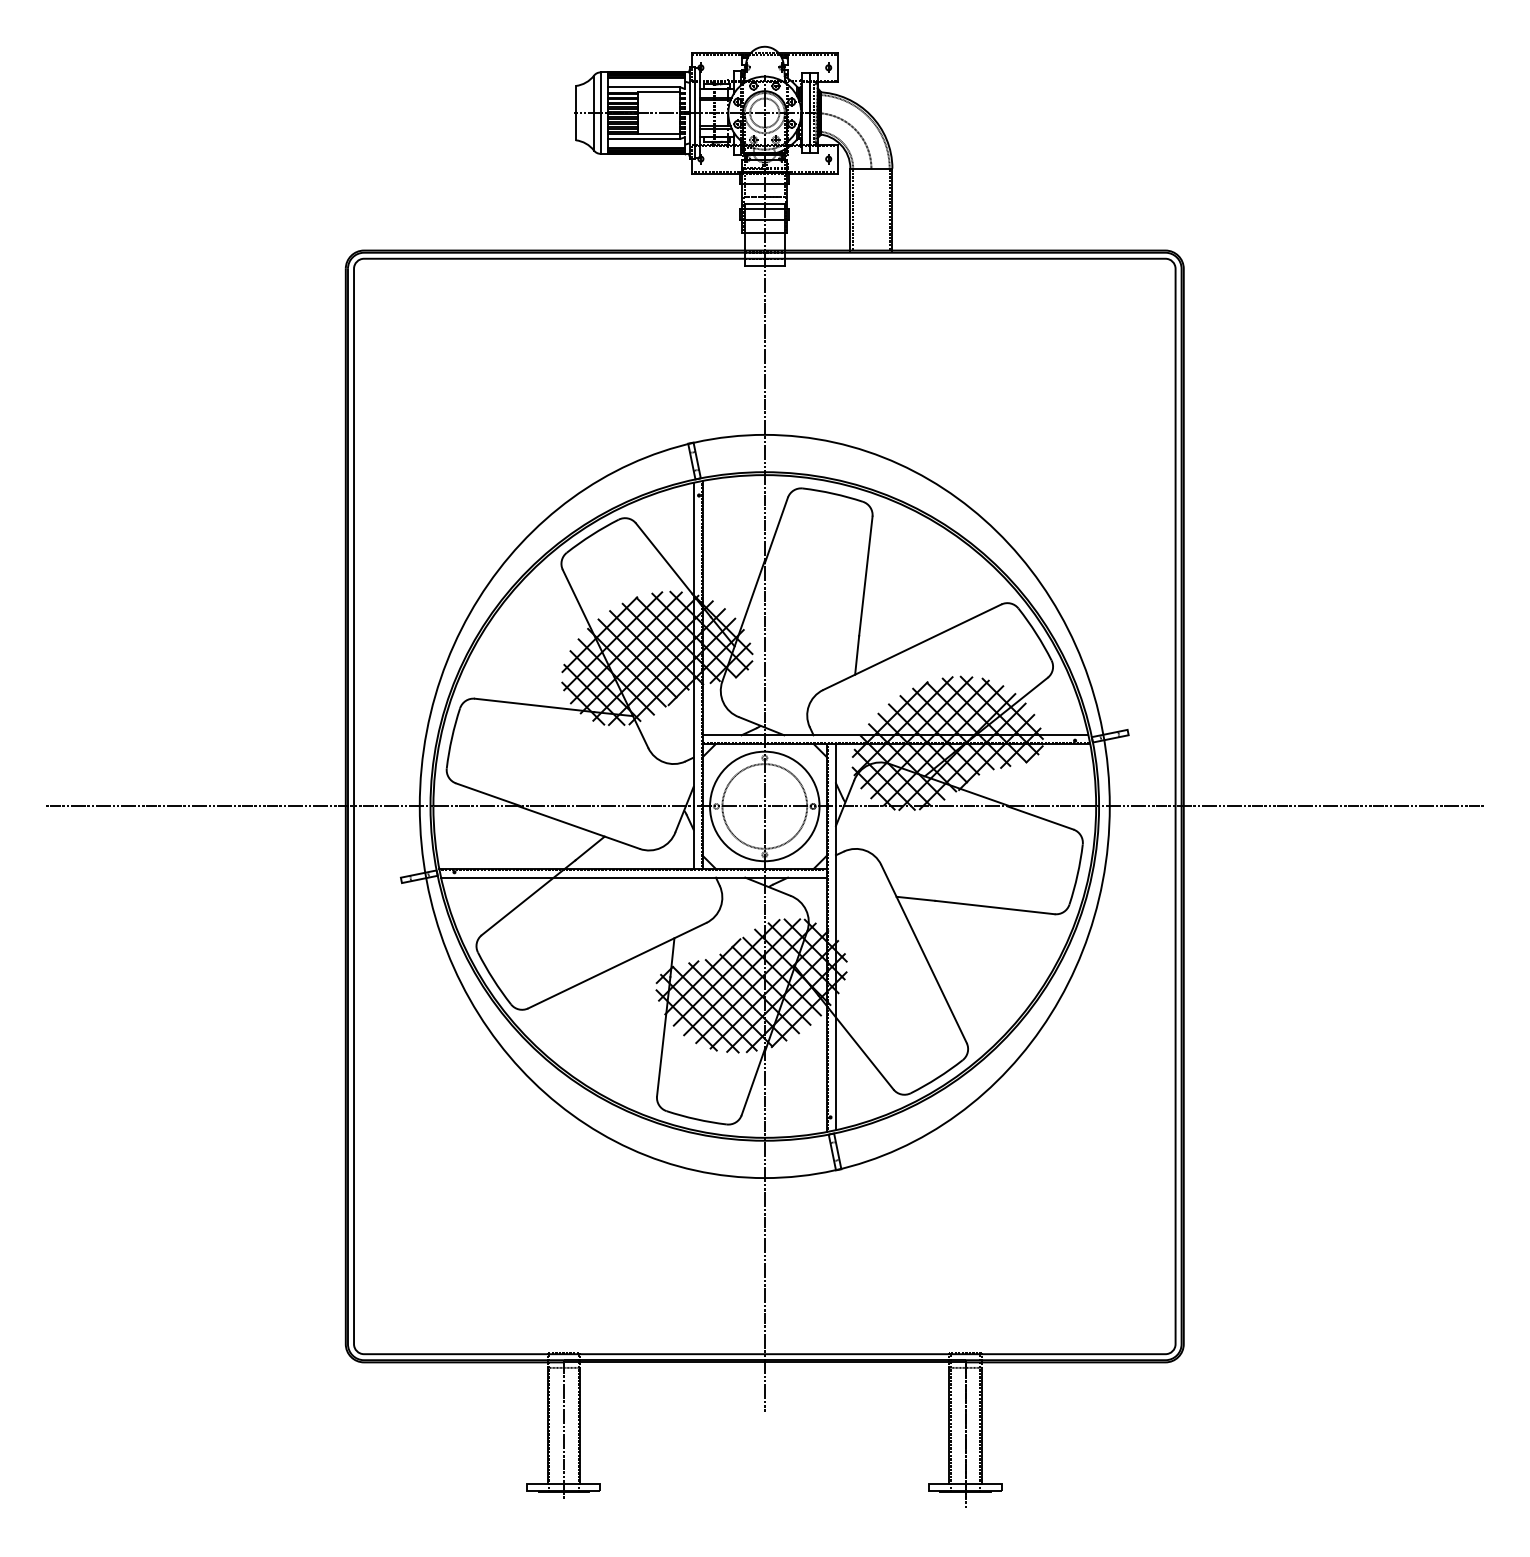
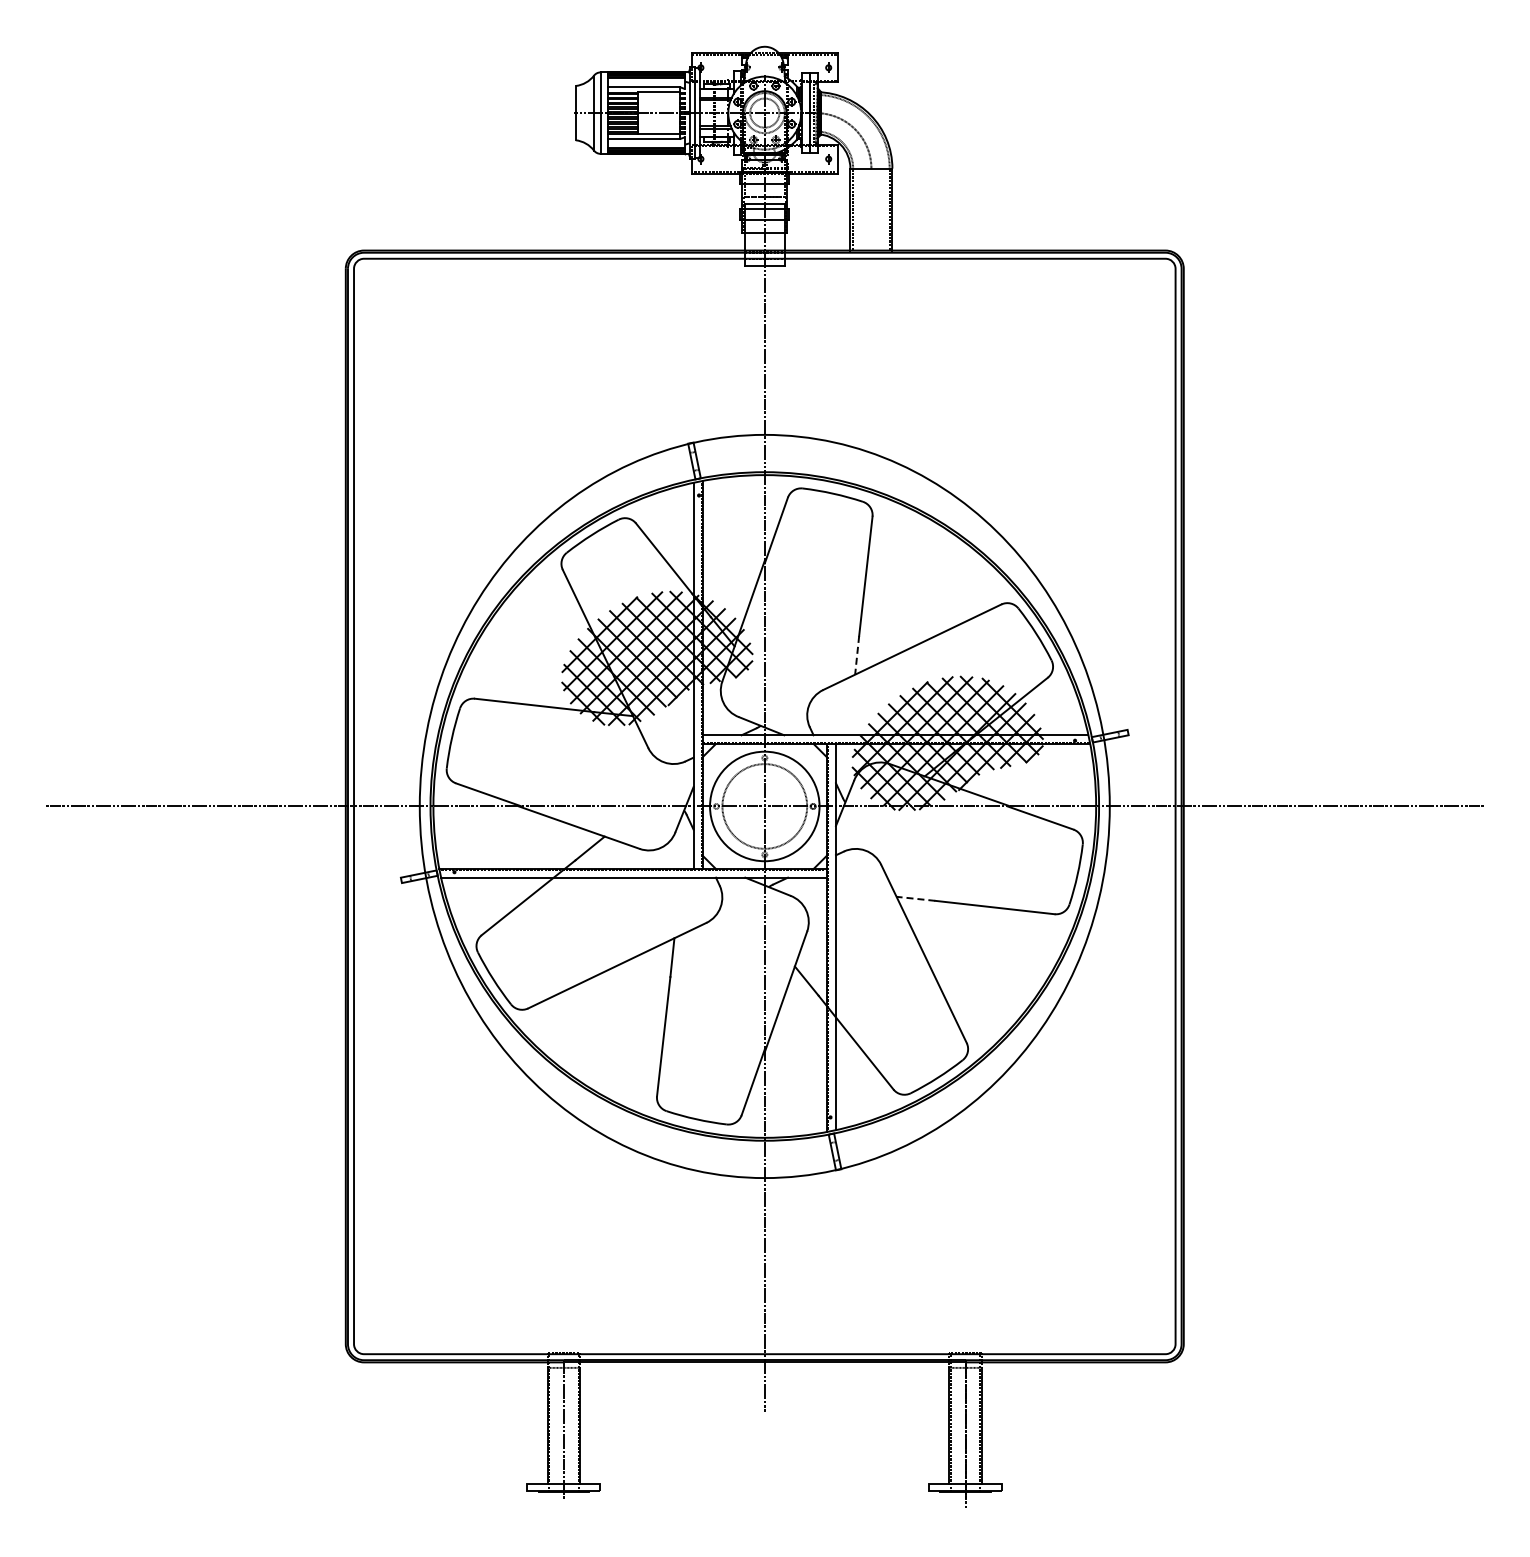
line at (857, 655): solid -> dashed
line at (915, 898): solid -> dashed
hatch at (751, 985): present -> none
